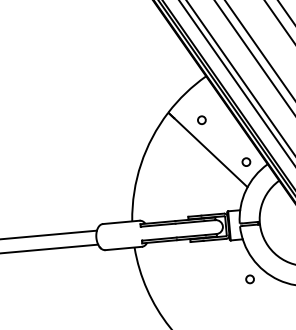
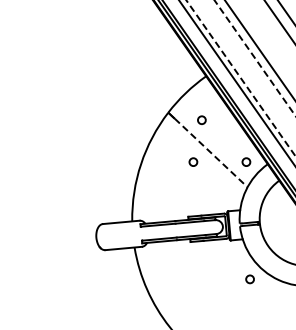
line at (255, 58): solid -> dashed
line at (241, 78): solid -> dashed
line at (211, 152): solid -> dashed
circle at (193, 161): none -> present
line at (49, 234): present -> none
line at (50, 248): present -> none
